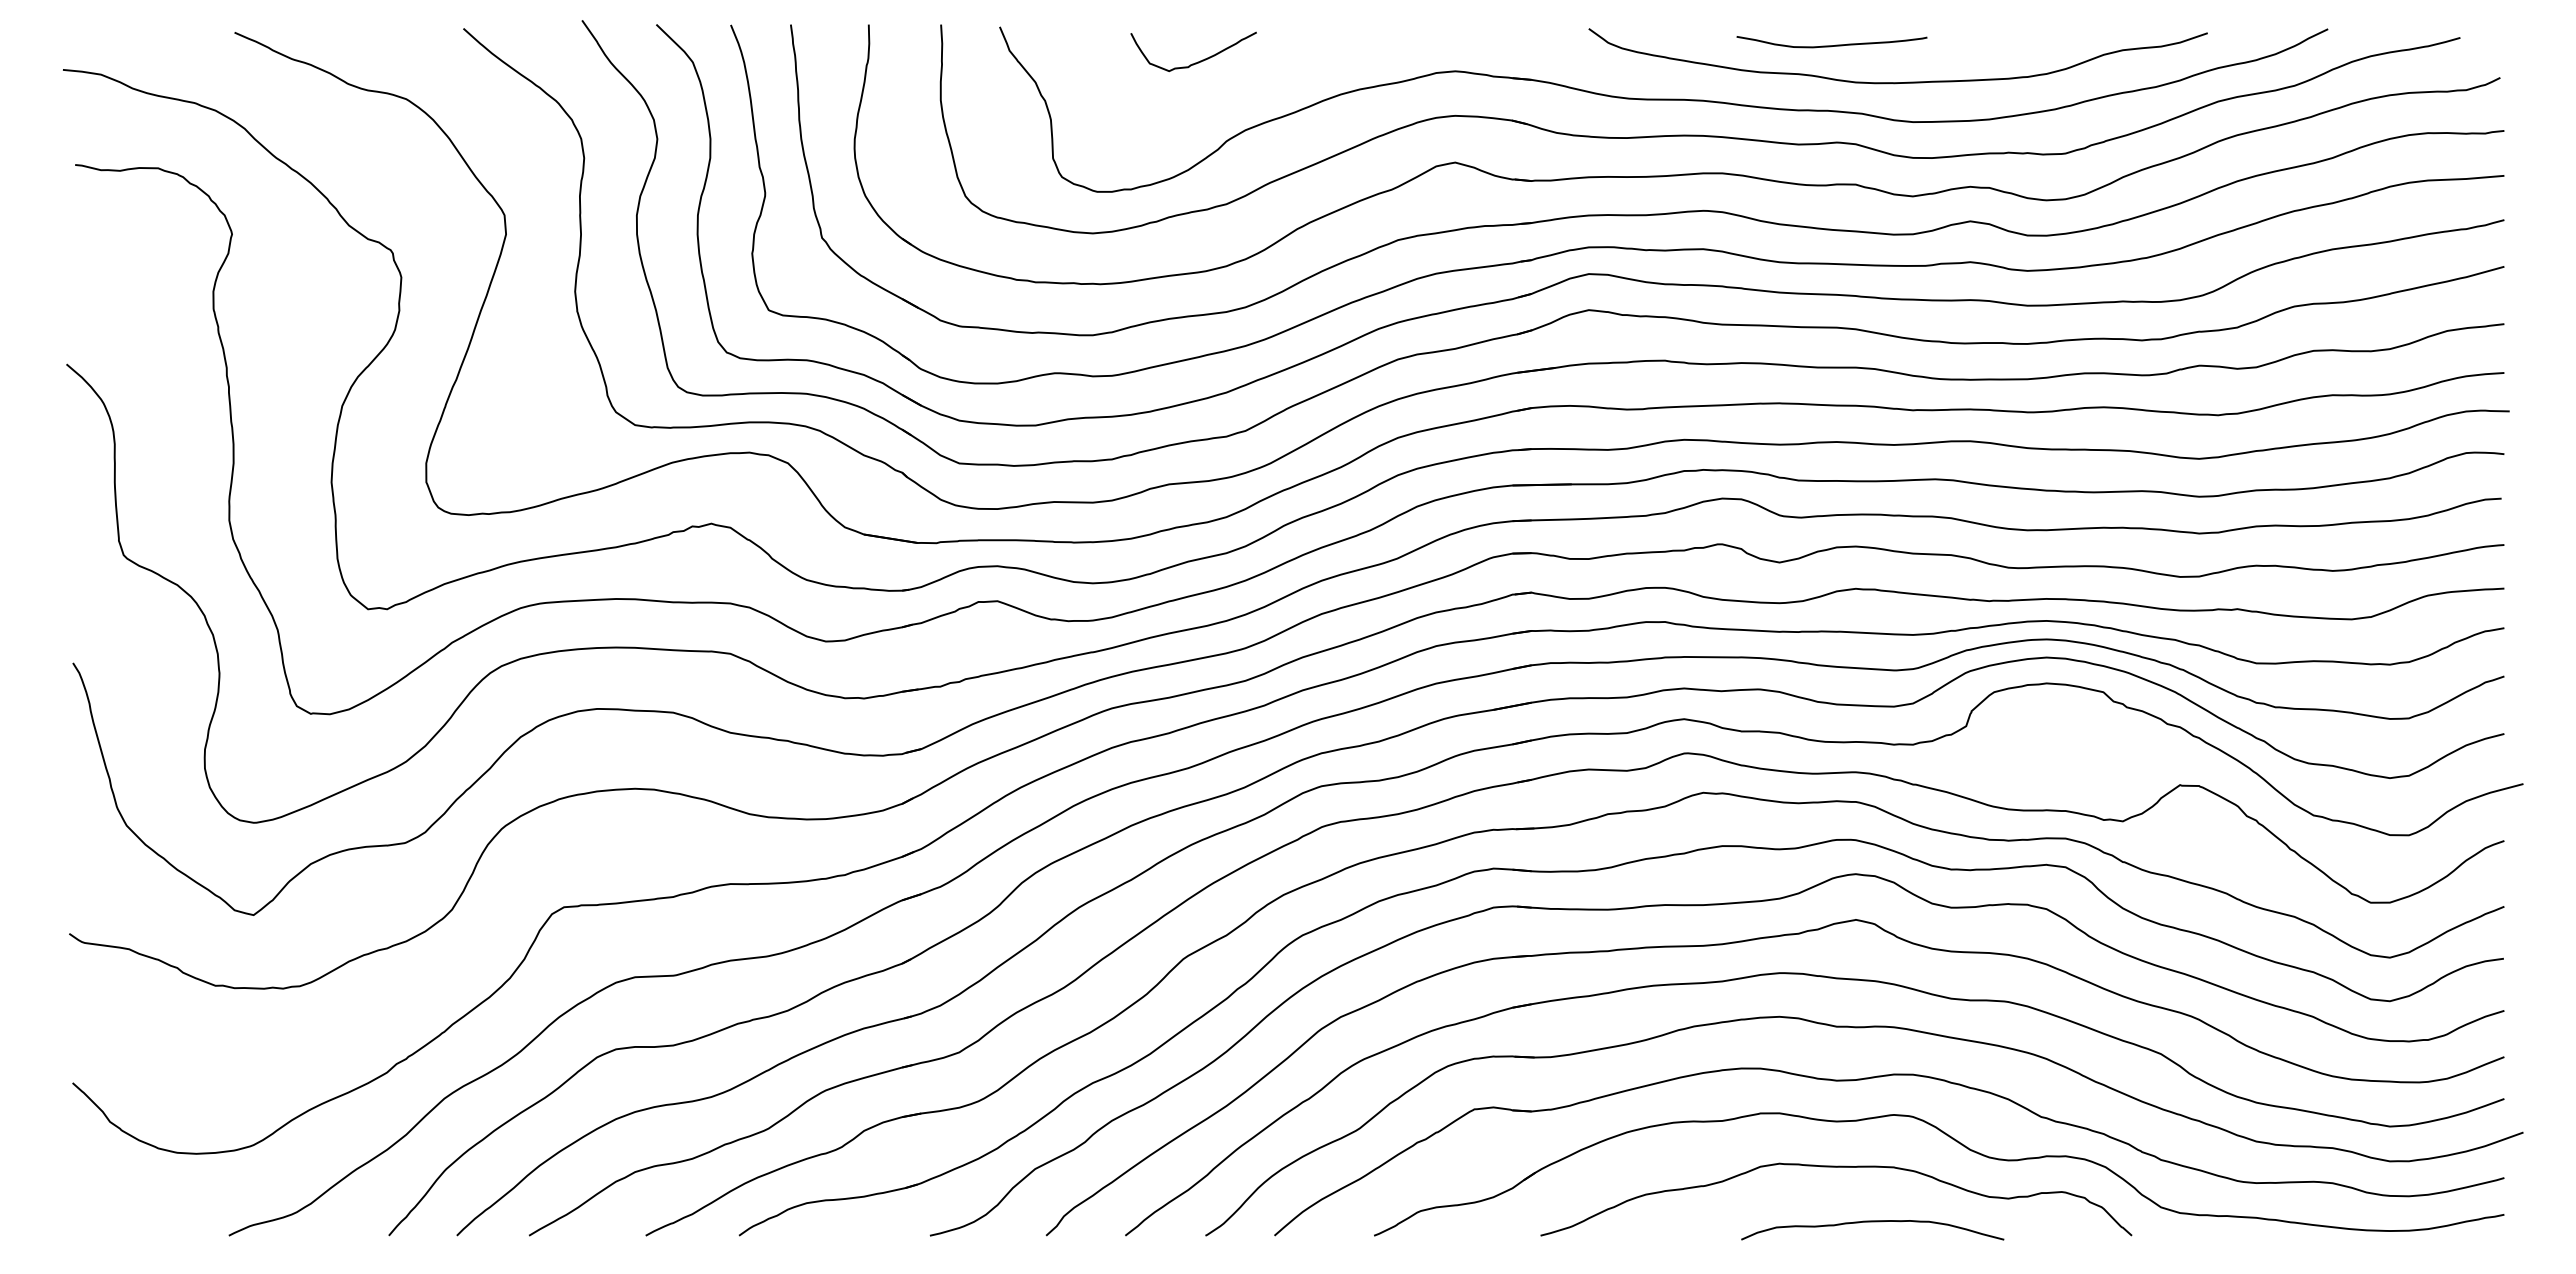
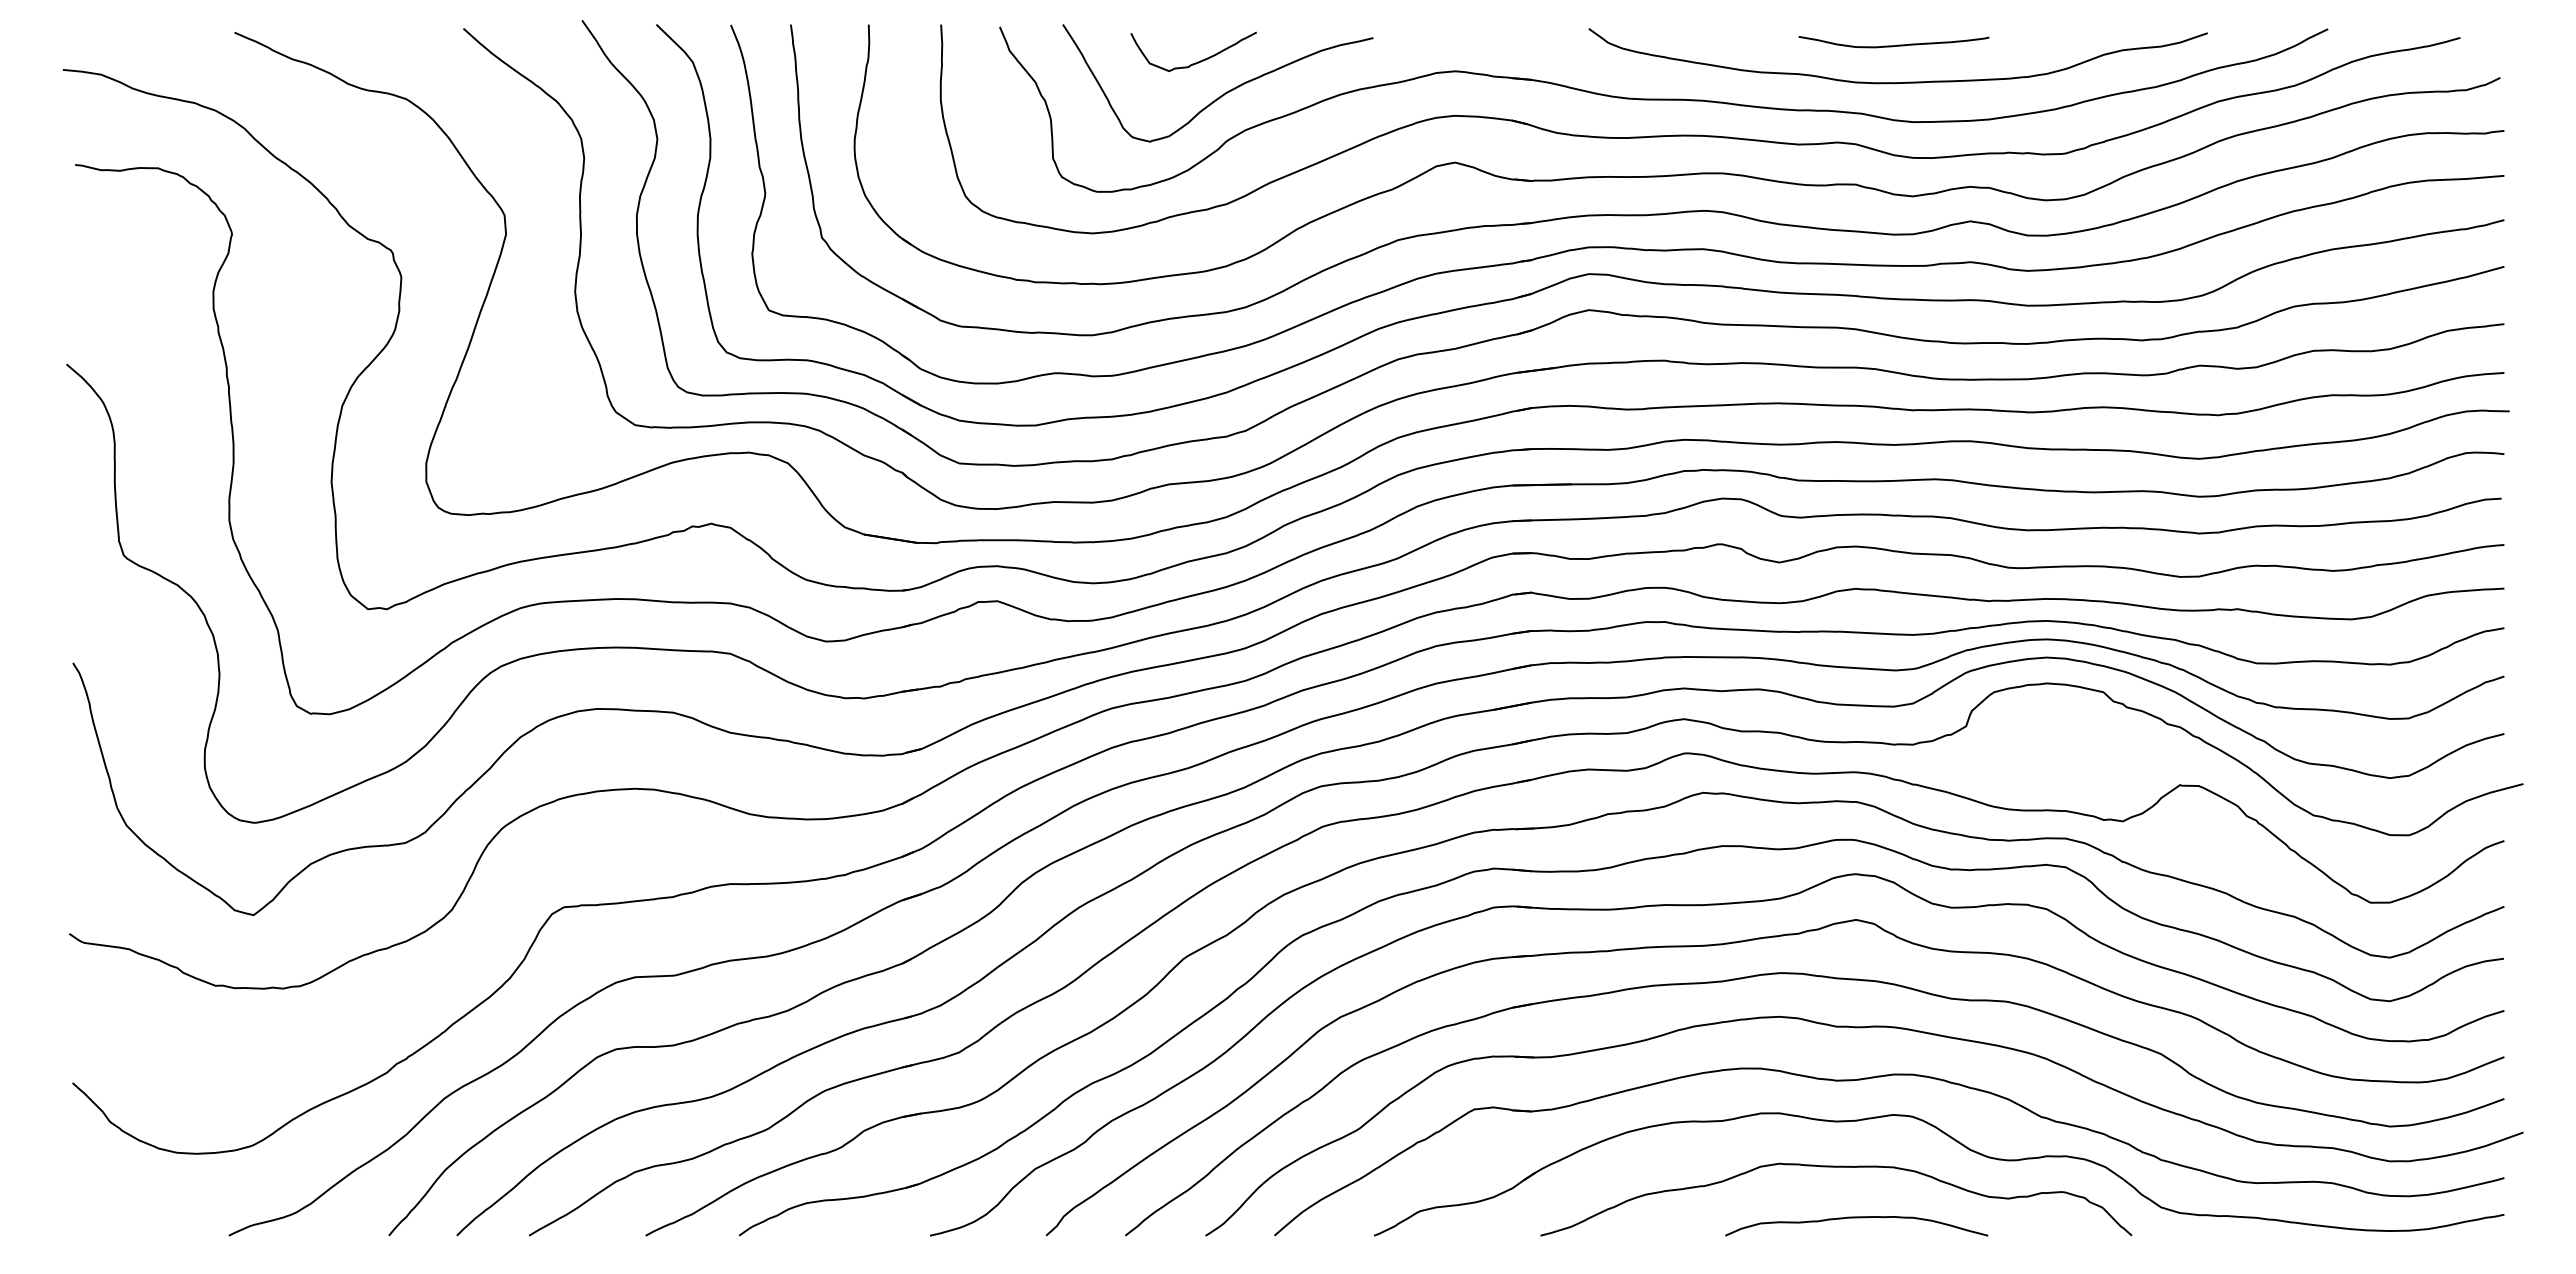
curve at (1831, 45) position: (1831, 45) -> (1893, 45)
curve at (1223, 93): none -> present
curve at (1872, 1222) position: (1872, 1222) -> (1856, 1218)
